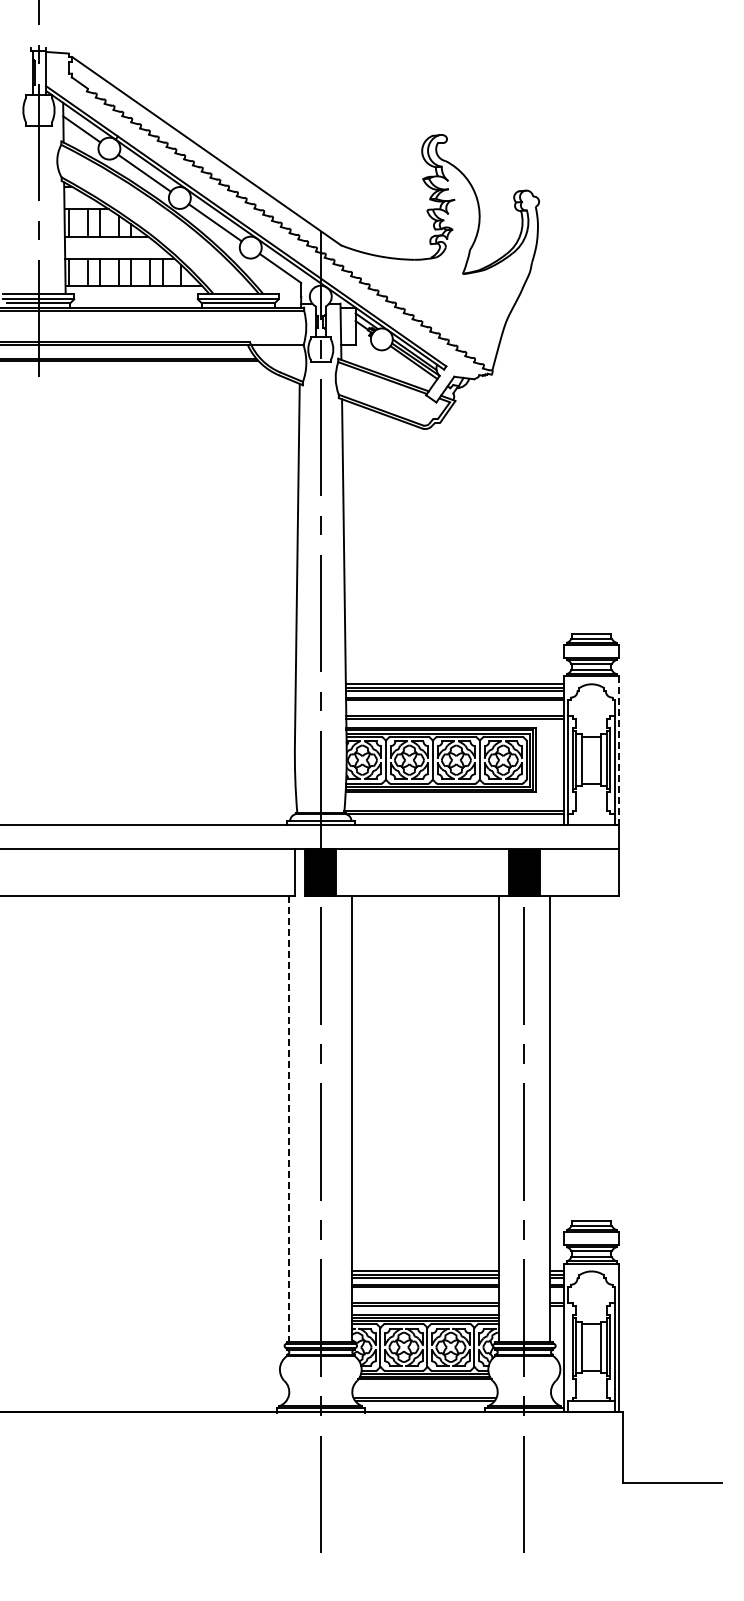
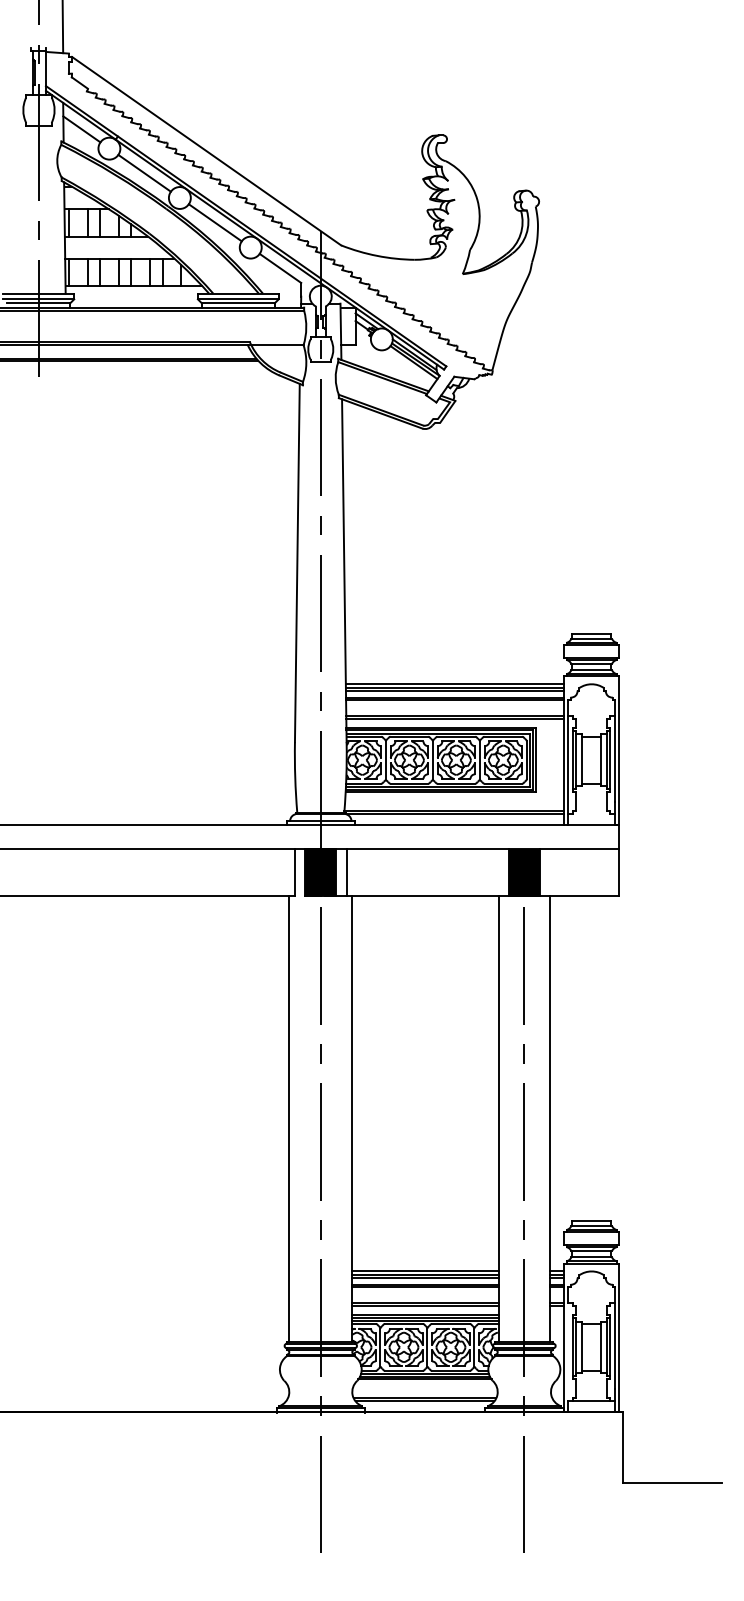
line at (62, 27): none -> present
line at (619, 751): dashed -> solid
line at (346, 871): none -> present
line at (289, 1119): dashed -> solid
